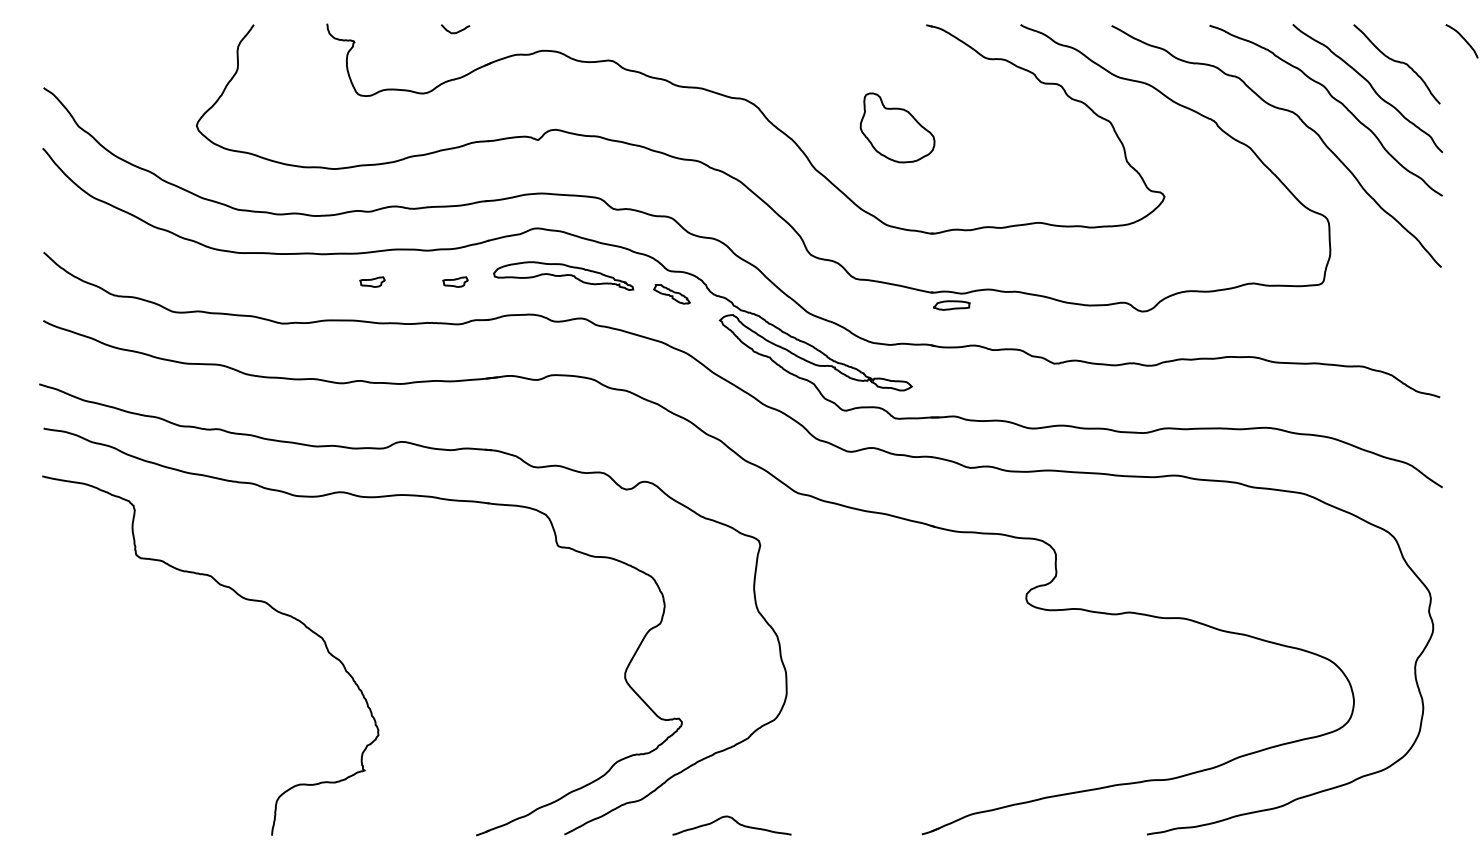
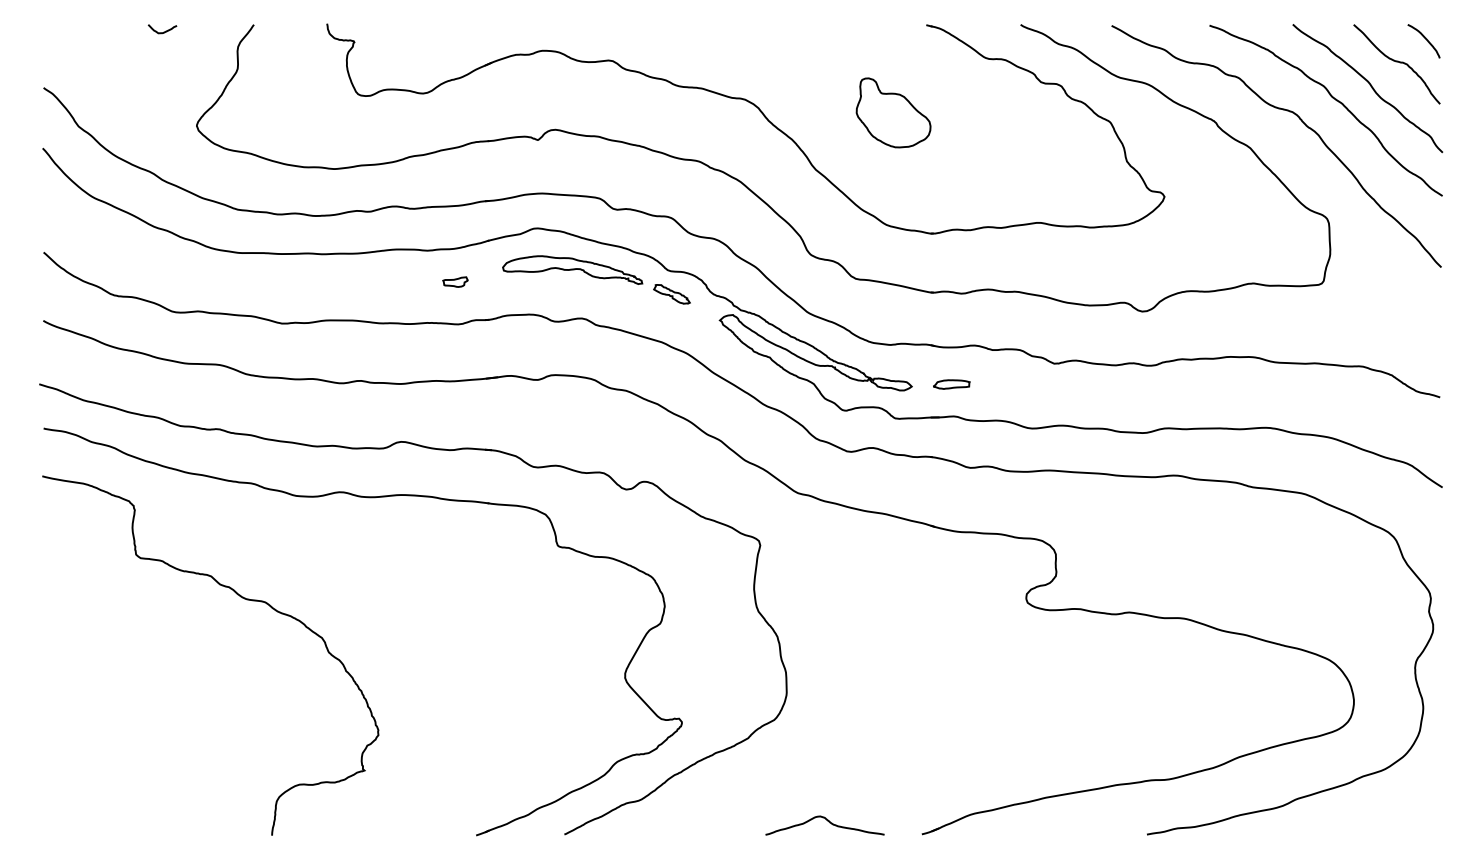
curve at (456, 31) position: (456, 31) -> (163, 31)
curve at (1463, 39) position: (1463, 39) -> (1425, 39)
part at (897, 127) position: (897, 127) -> (893, 112)
part at (563, 275) position: (563, 275) -> (572, 269)
part at (372, 281): present -> none
part at (951, 305) position: (951, 305) -> (951, 384)
curve at (734, 821) position: (734, 821) -> (827, 821)
